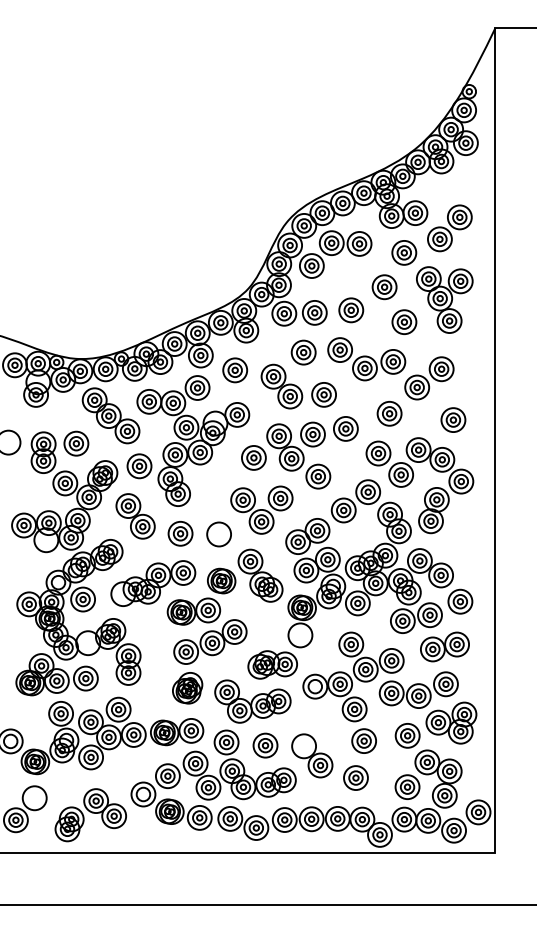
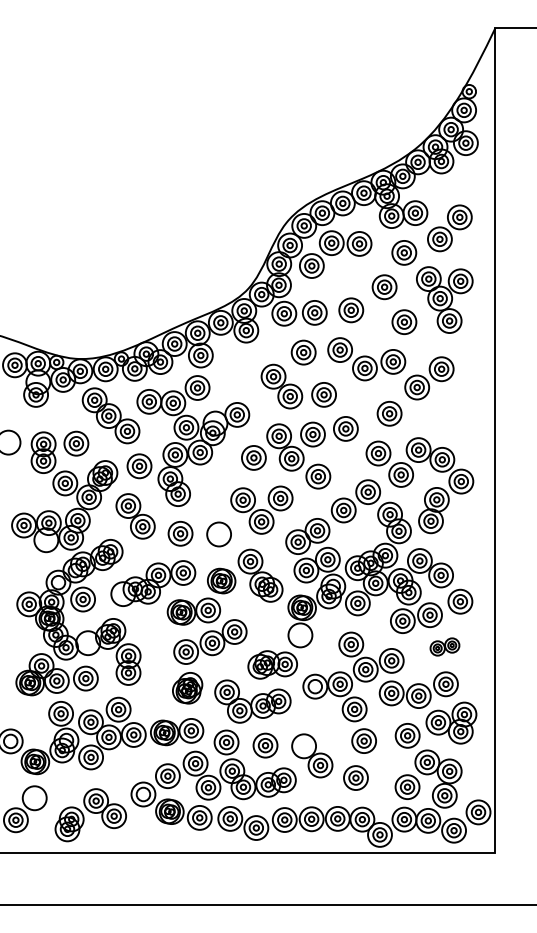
part at (235, 370): present -> none
part at (453, 419): present -> none
part at (444, 646) size: 50x32 px -> 32x20 px
